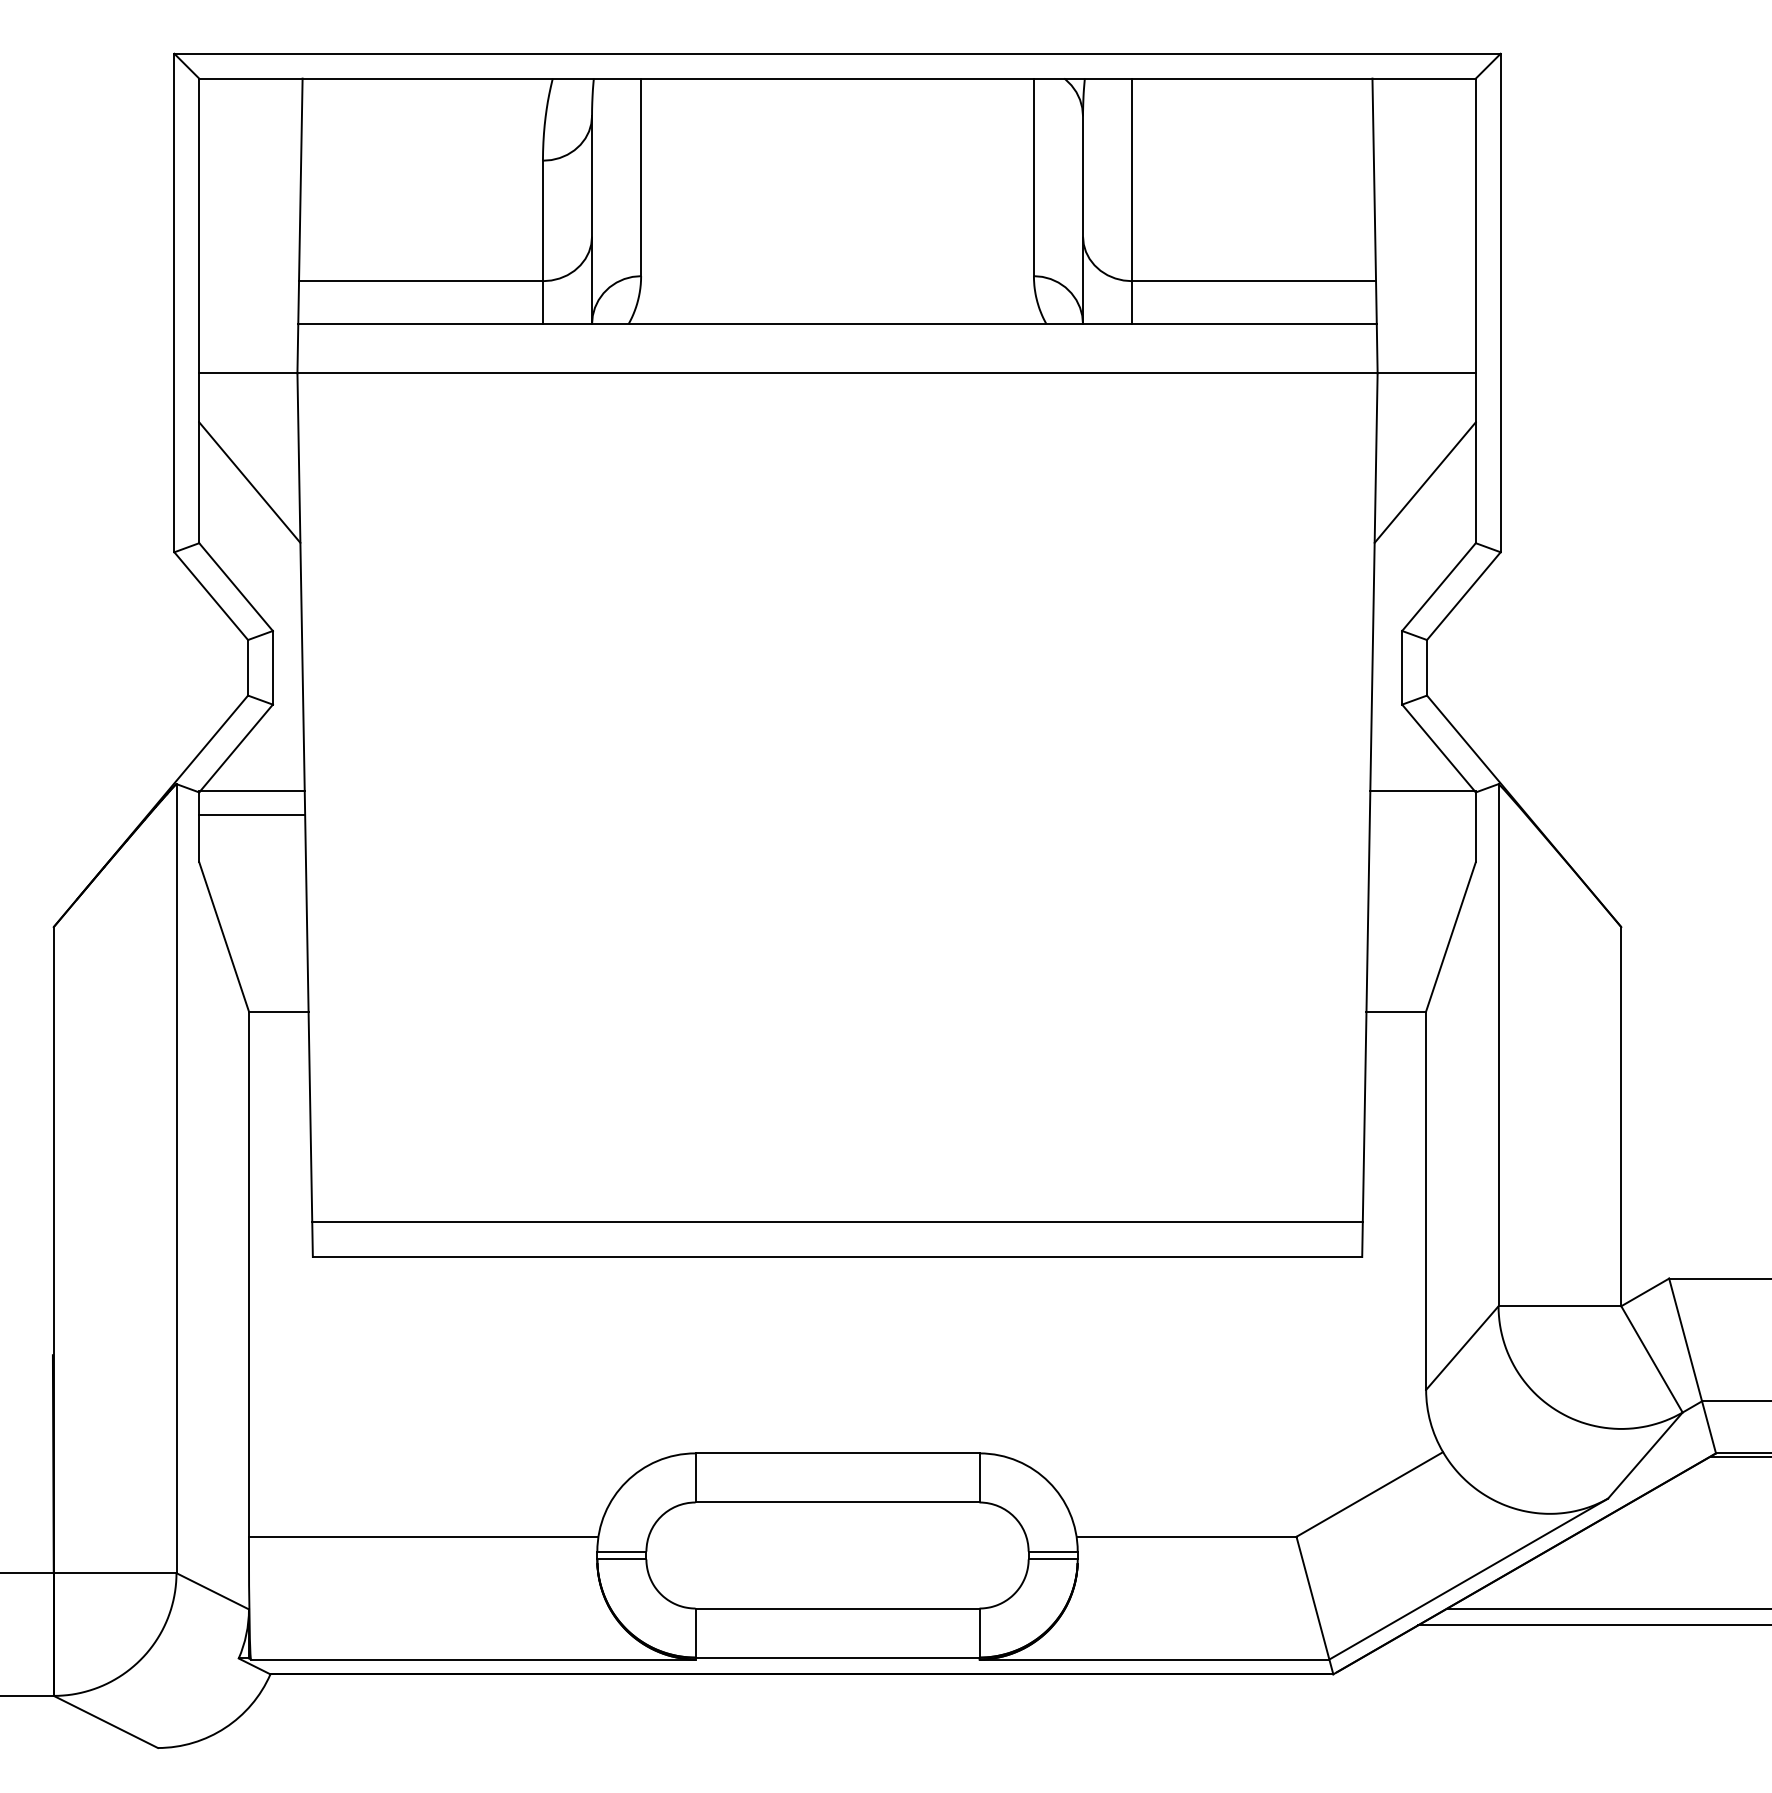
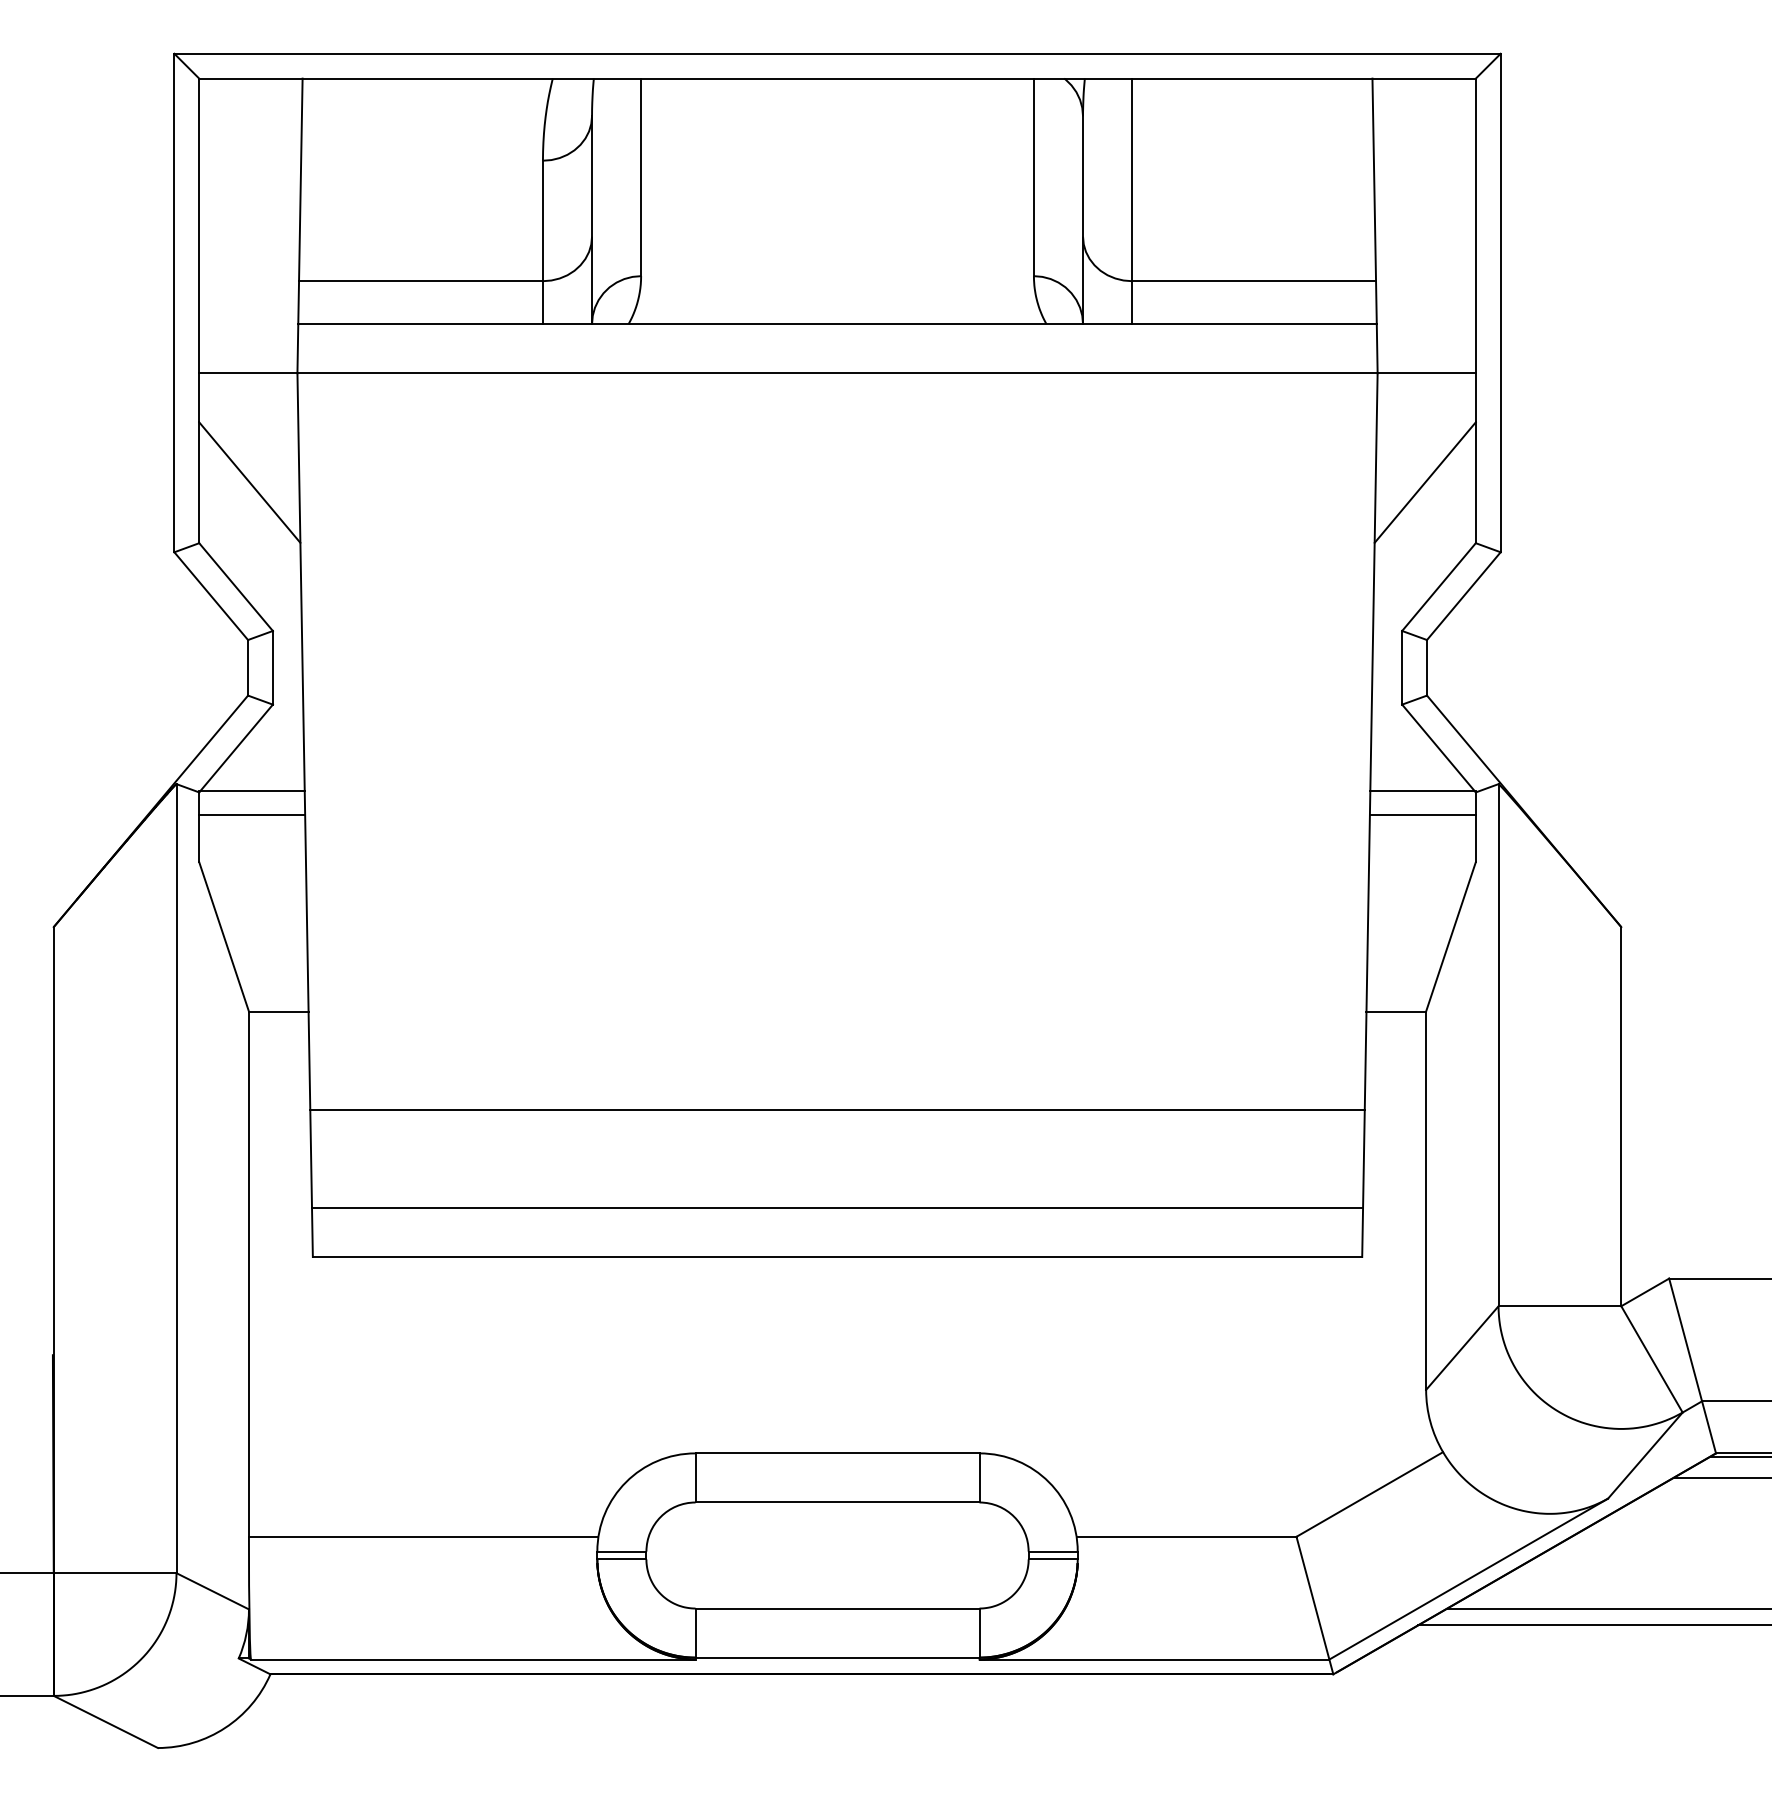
line at (1422, 815): none -> present
line at (837, 1110): none -> present
line at (837, 1221) position: (837, 1221) -> (837, 1207)
line at (1720, 1477): none -> present
